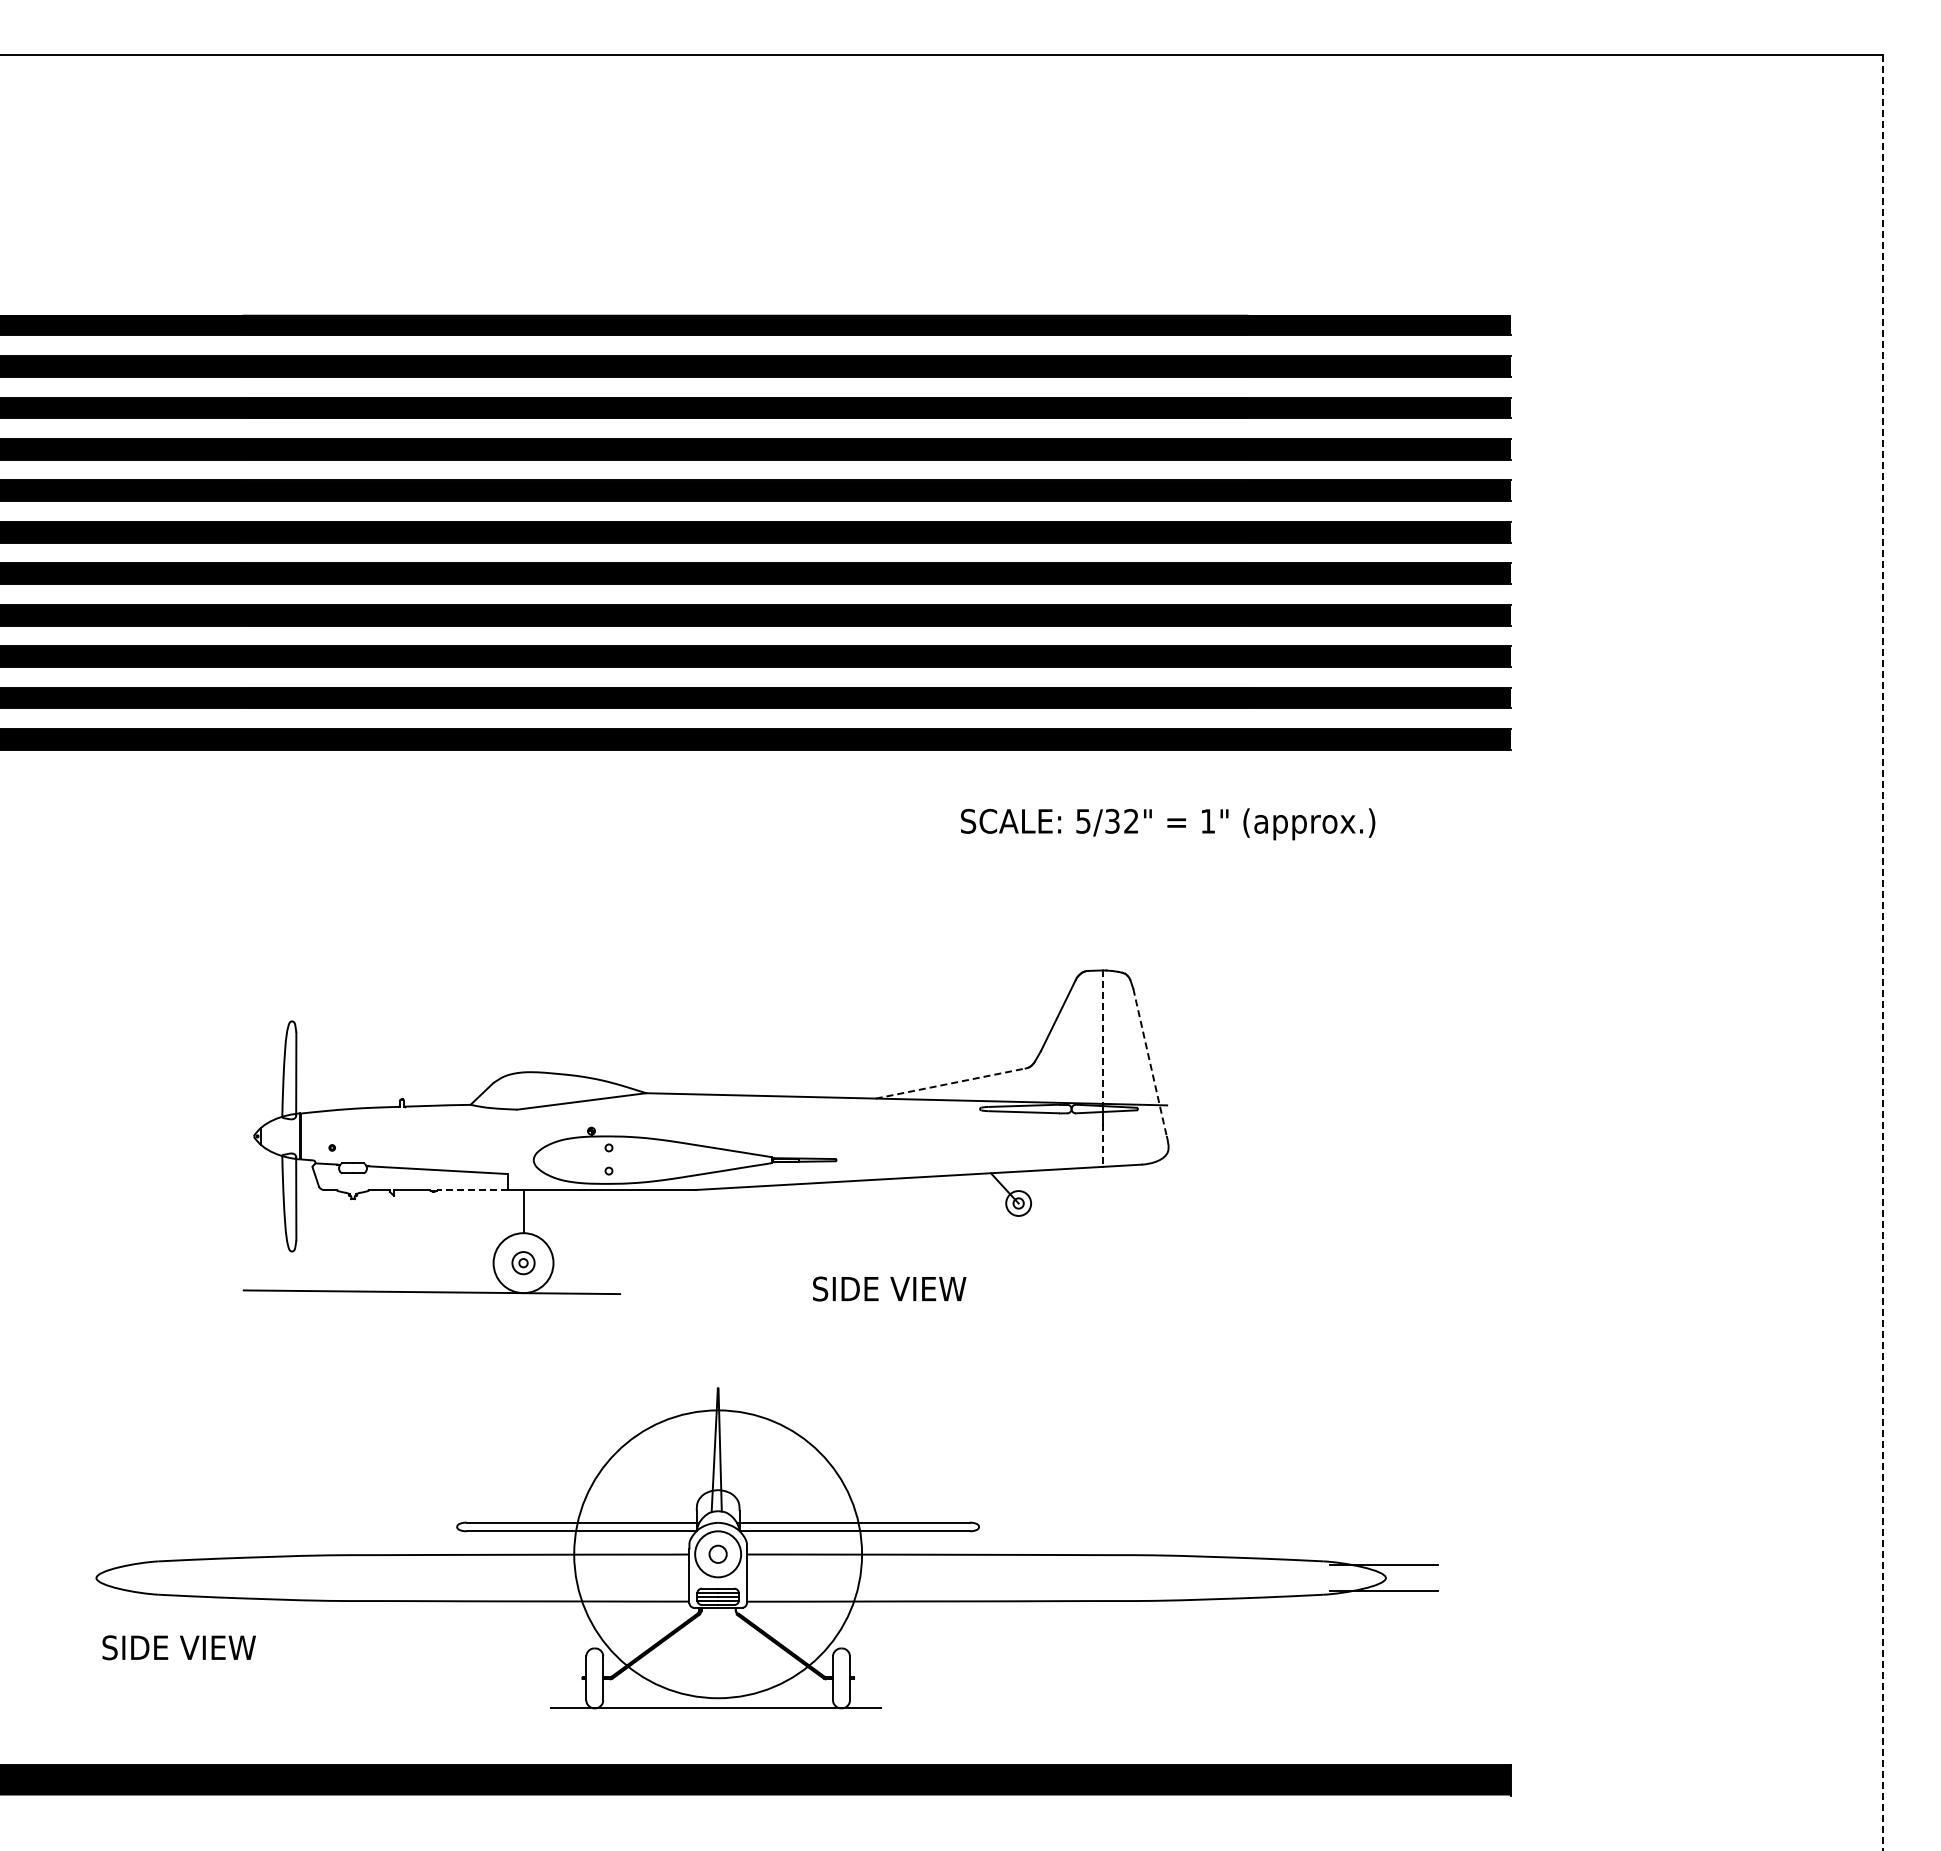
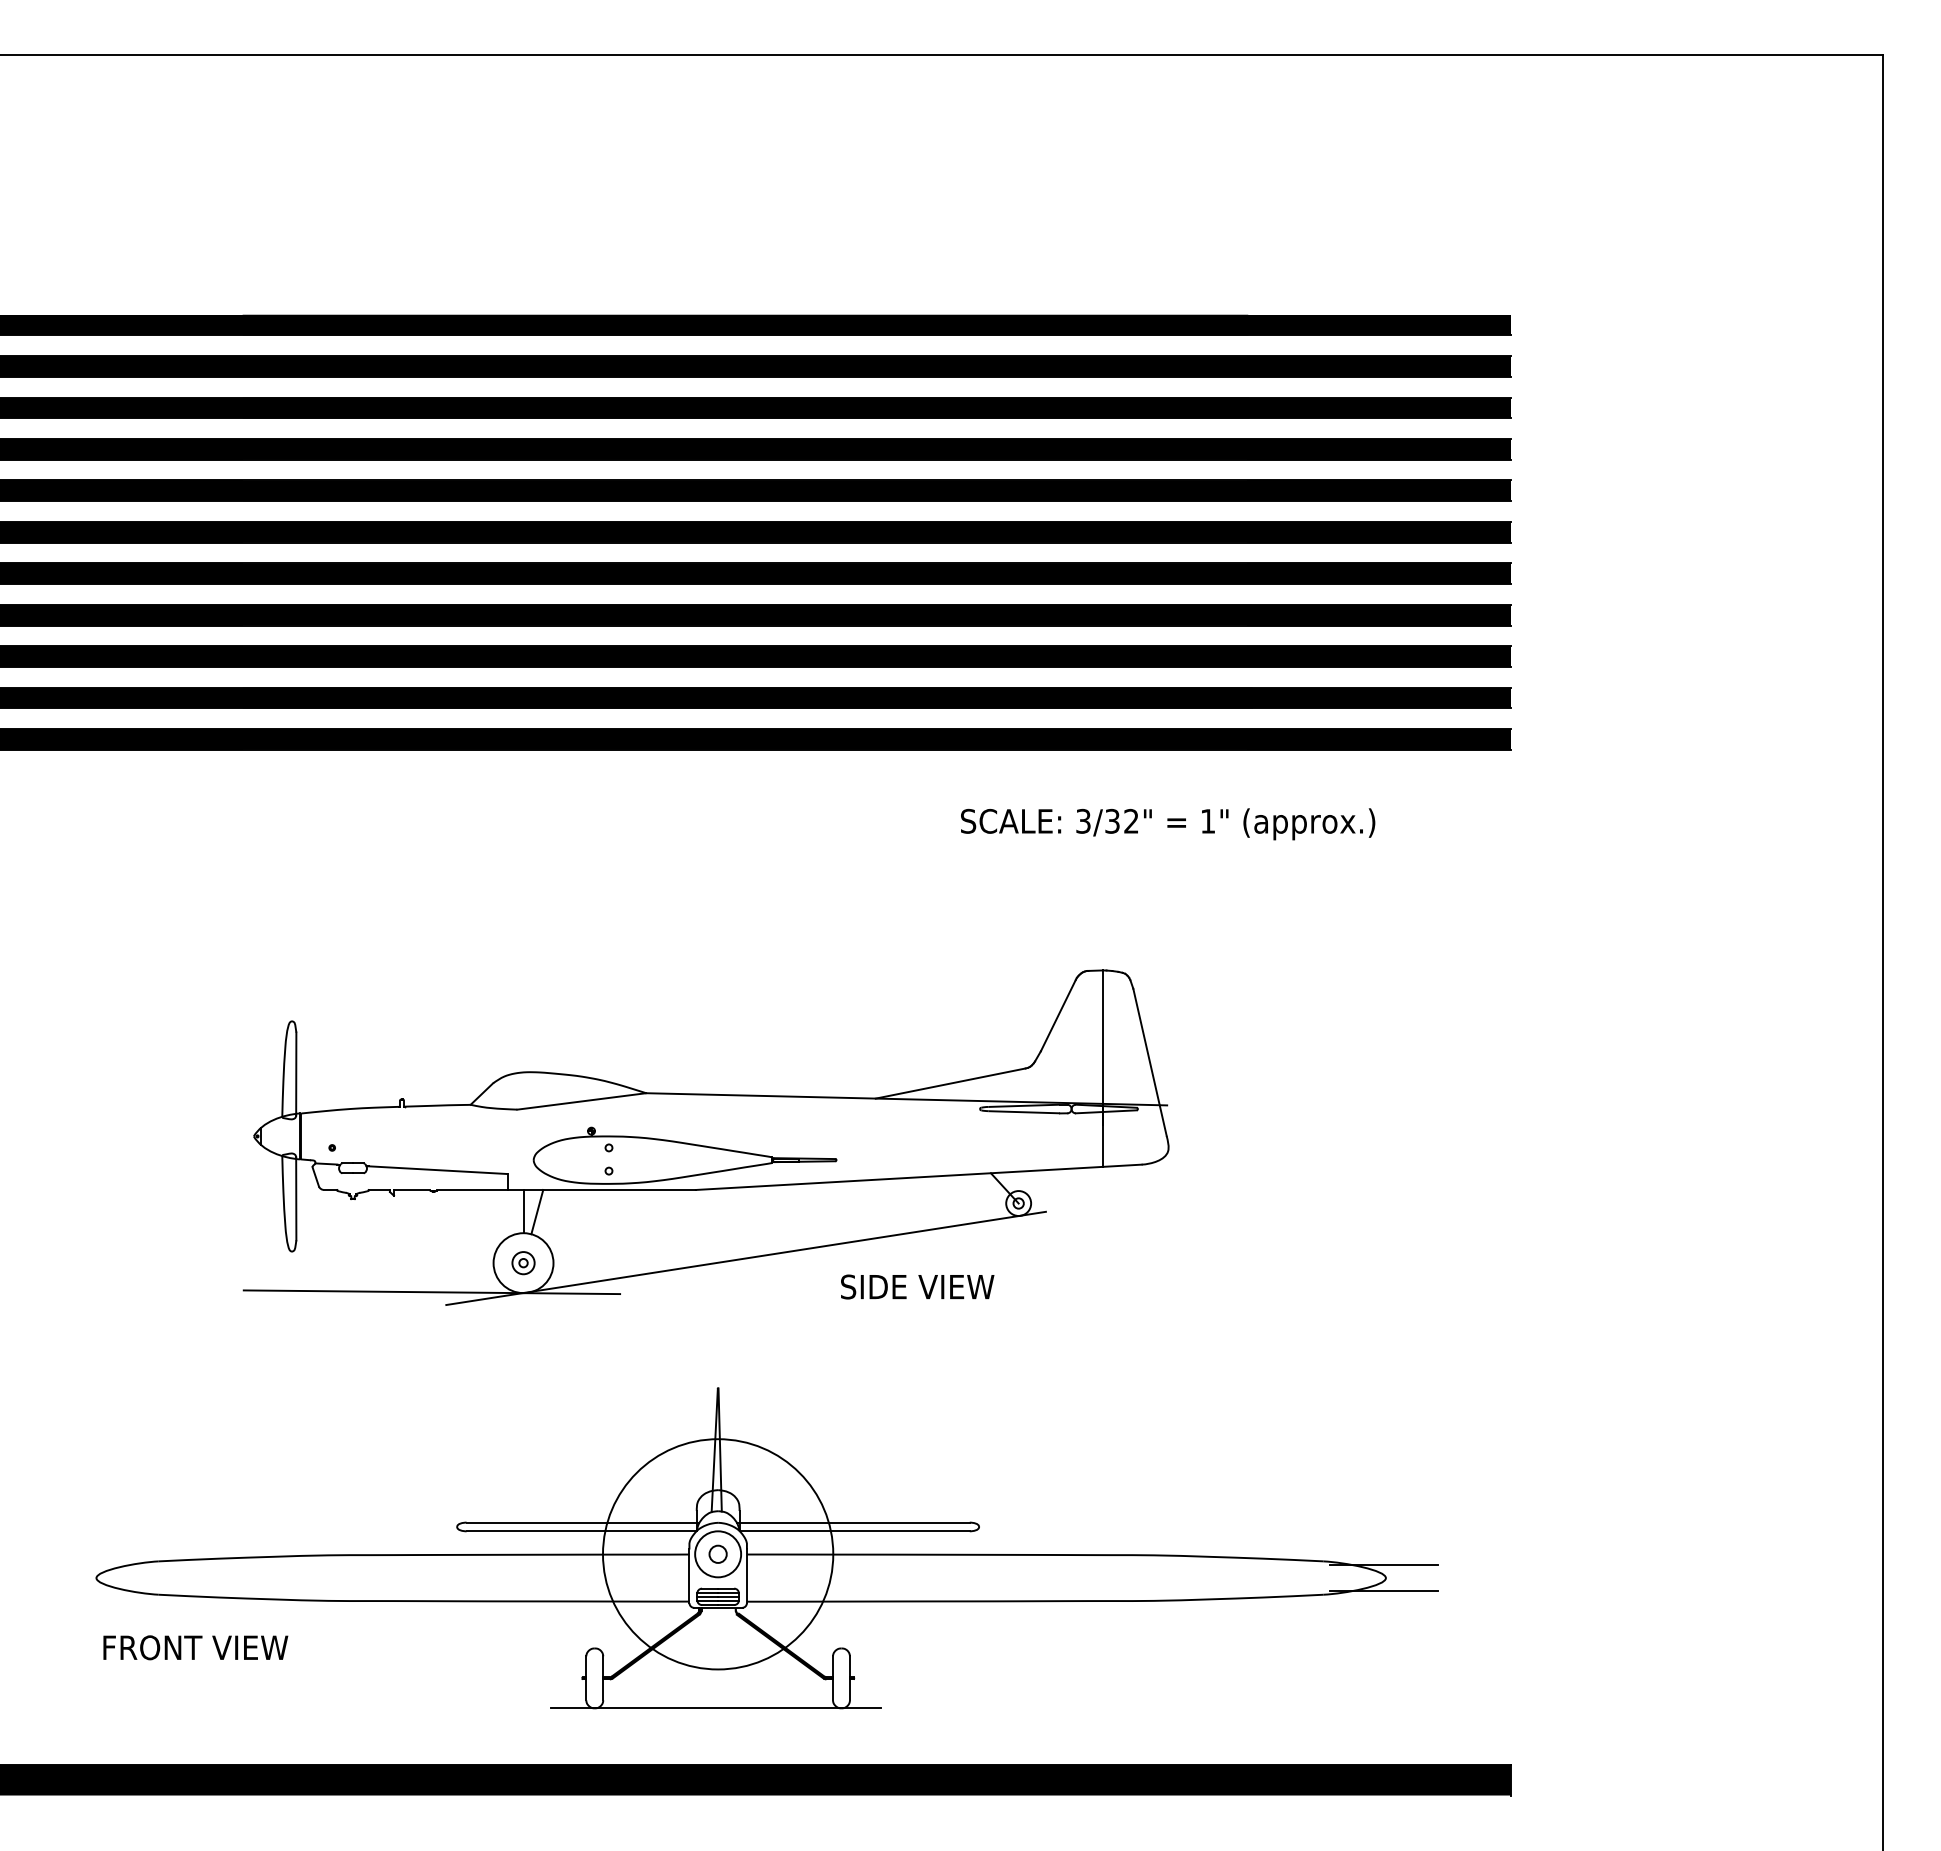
text at (1083, 820): 5/32" -> 3/32"
line at (1882, 952): dashed -> solid
line at (1150, 1062): dashed -> solid
line at (1102, 1069): dashed -> solid
line at (951, 1083): dashed -> solid
line at (471, 1189): dashed -> solid
line at (537, 1211): none -> present
line at (745, 1258): none -> present
text at (889, 1288) position: (889, 1288) -> (917, 1286)
circle at (718, 1554) diameter: 288 px -> 230 px
text at (195, 1647): SIDE VIEW -> FRONT VIEW
